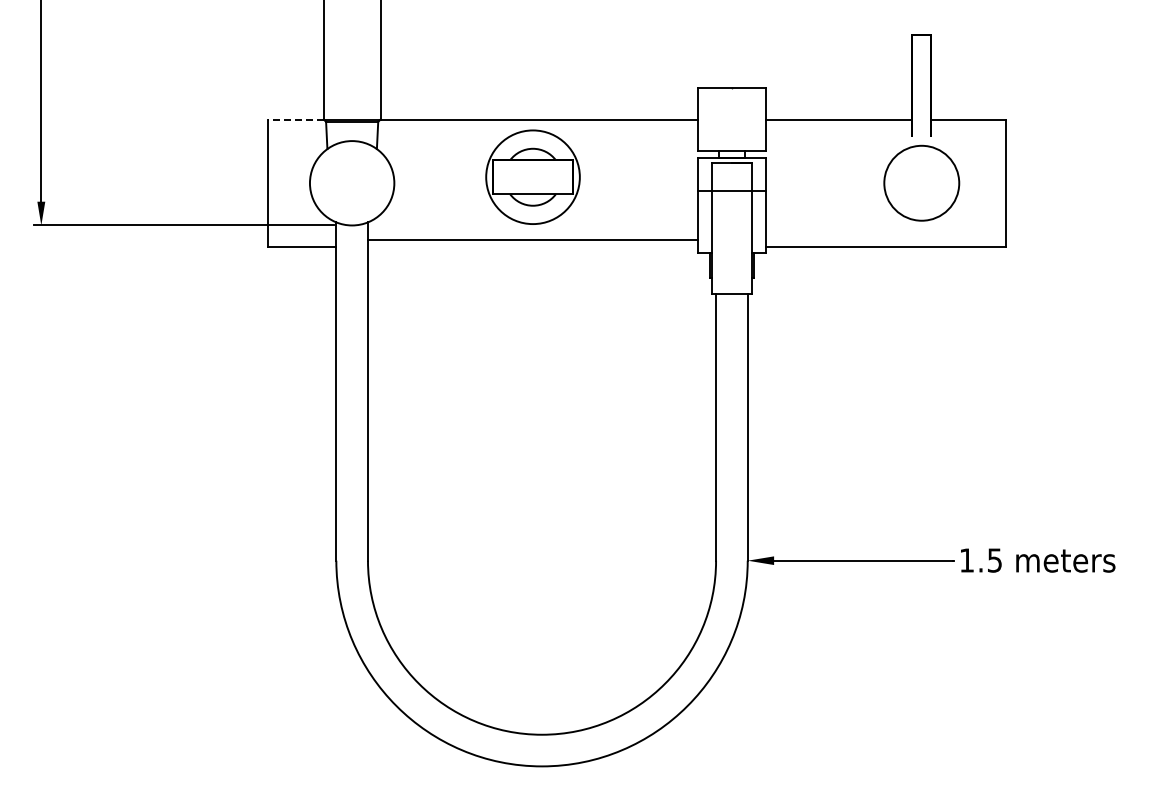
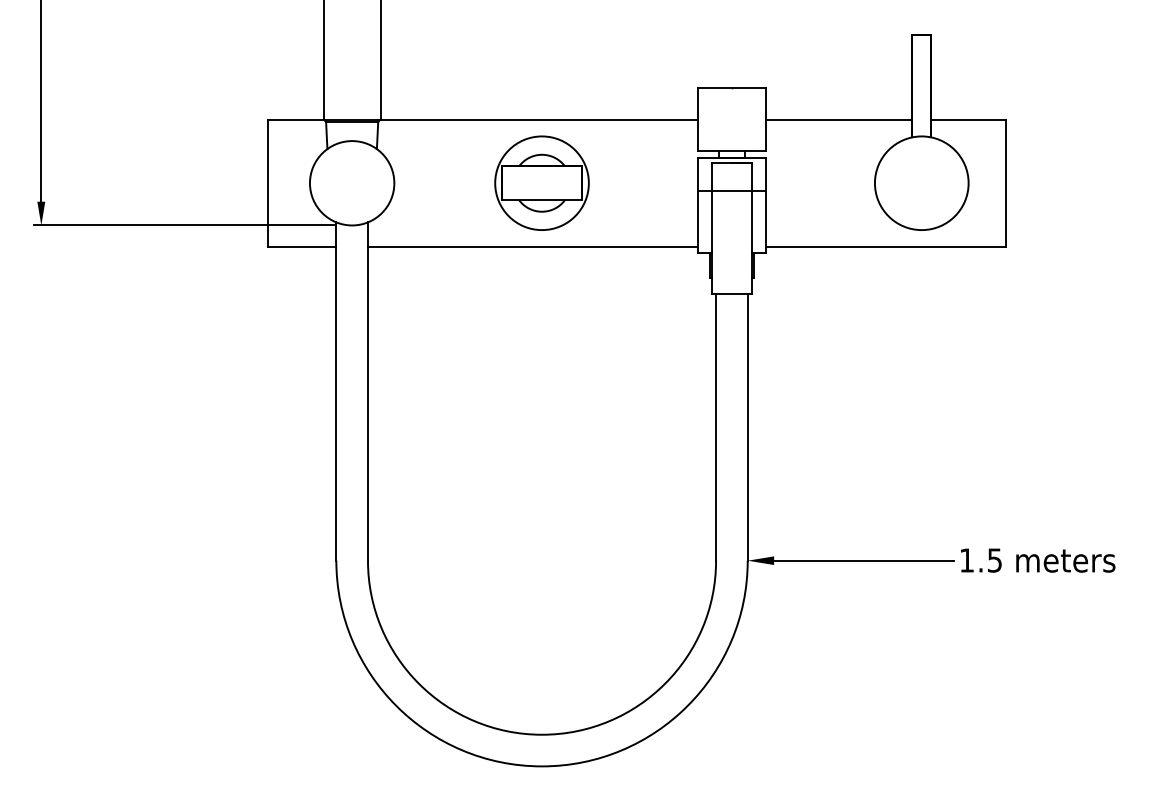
line at (295, 119): dashed -> solid
part at (532, 176) position: (532, 176) -> (541, 182)
circle at (921, 182) diameter: 75 px -> 94 px
line at (532, 239) position: (532, 239) -> (532, 246)
